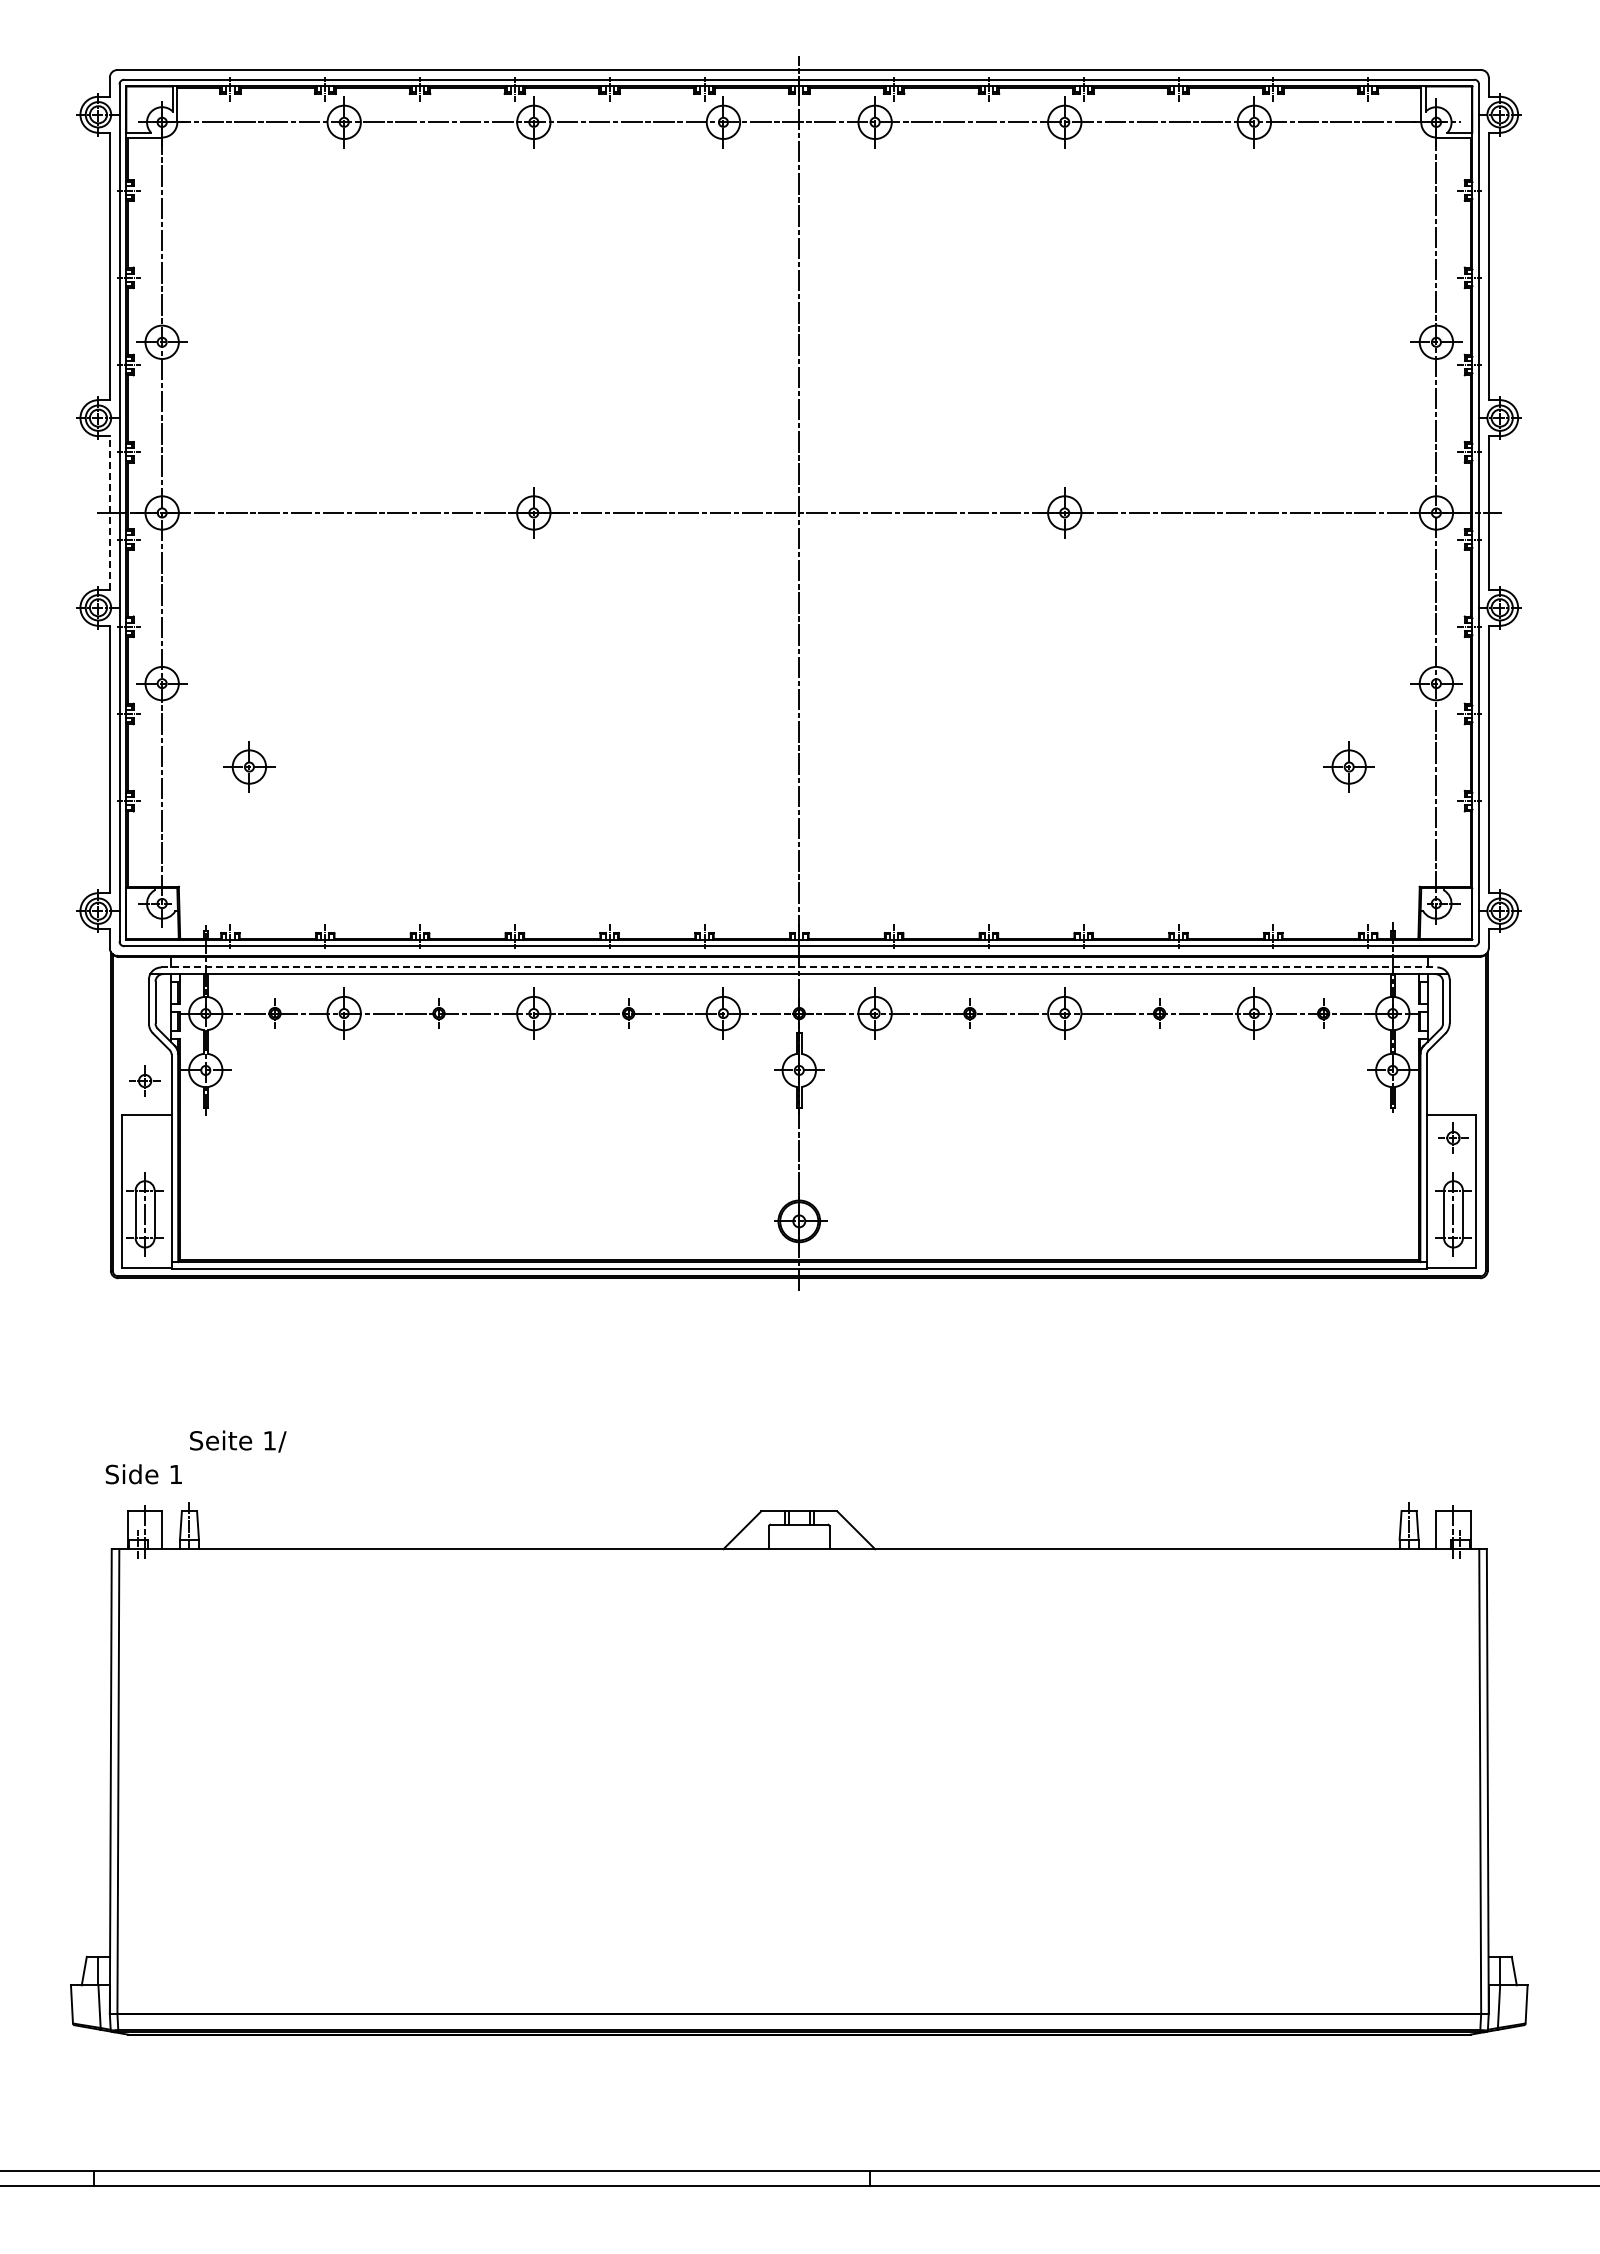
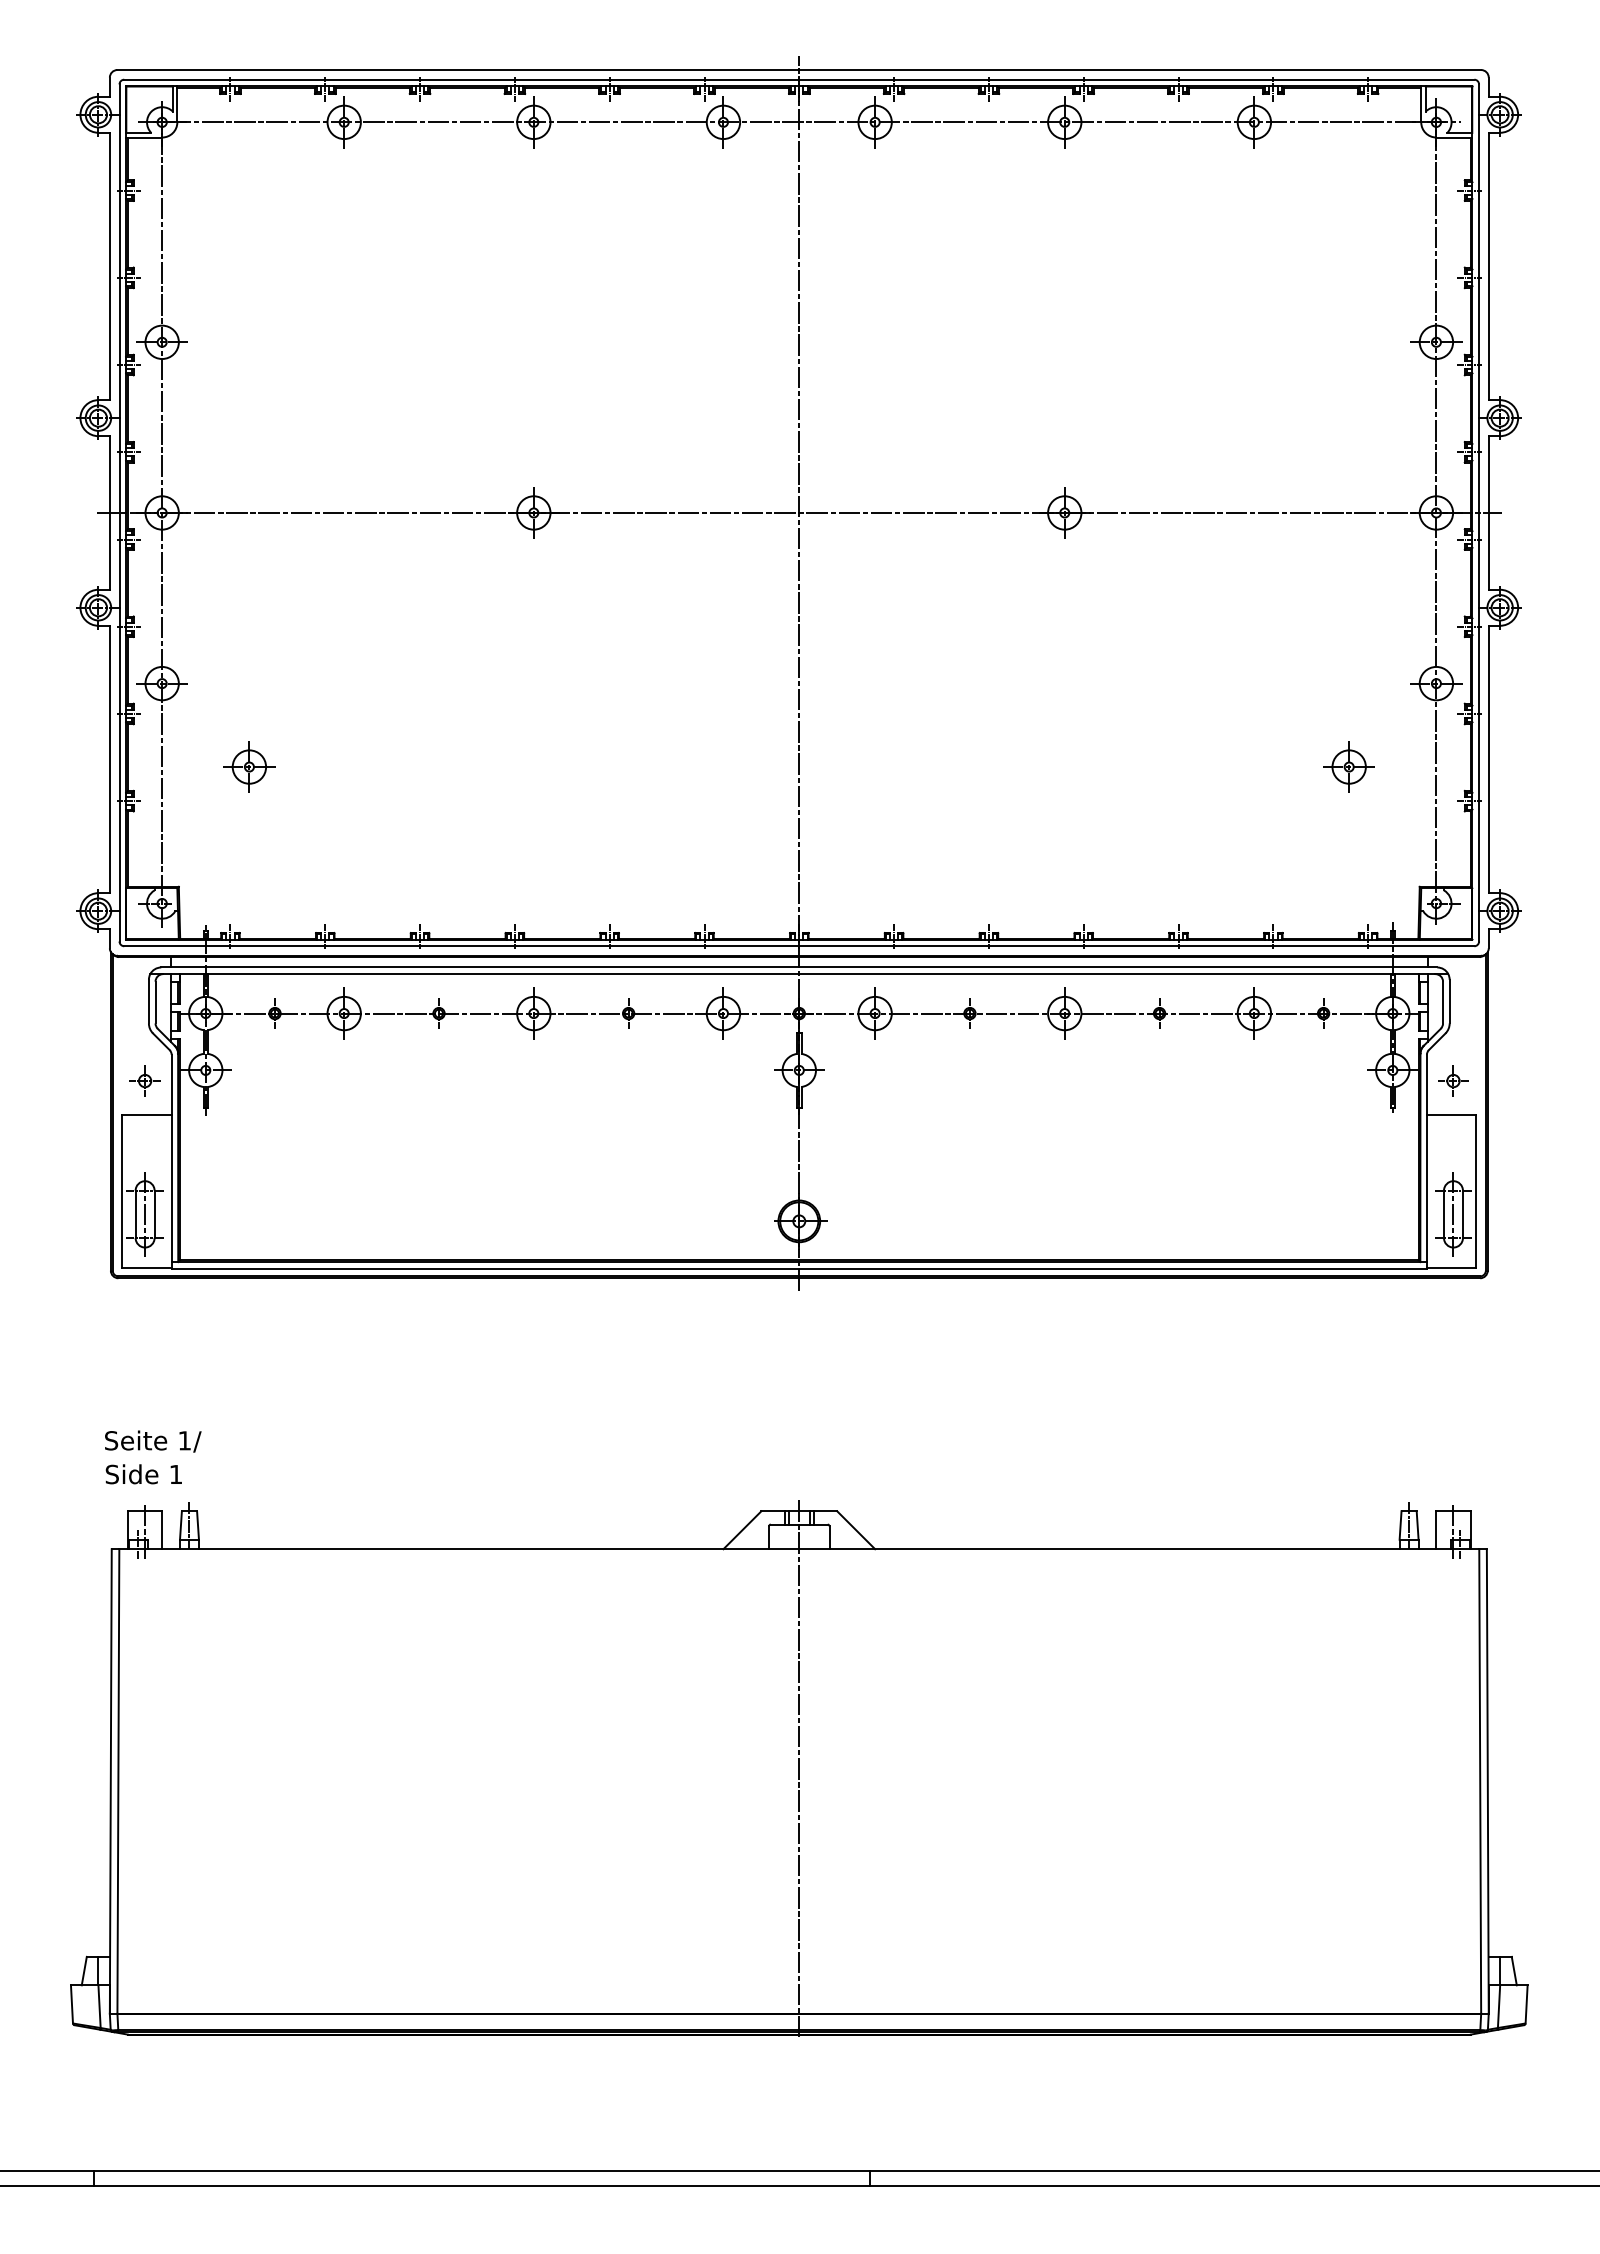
line at (109, 512): dashed -> solid
line at (799, 967): dashed -> solid
part at (1453, 1137) position: (1453, 1137) -> (1453, 1080)
text at (238, 1441) position: (238, 1441) -> (153, 1441)
line at (799, 1769): none -> present
